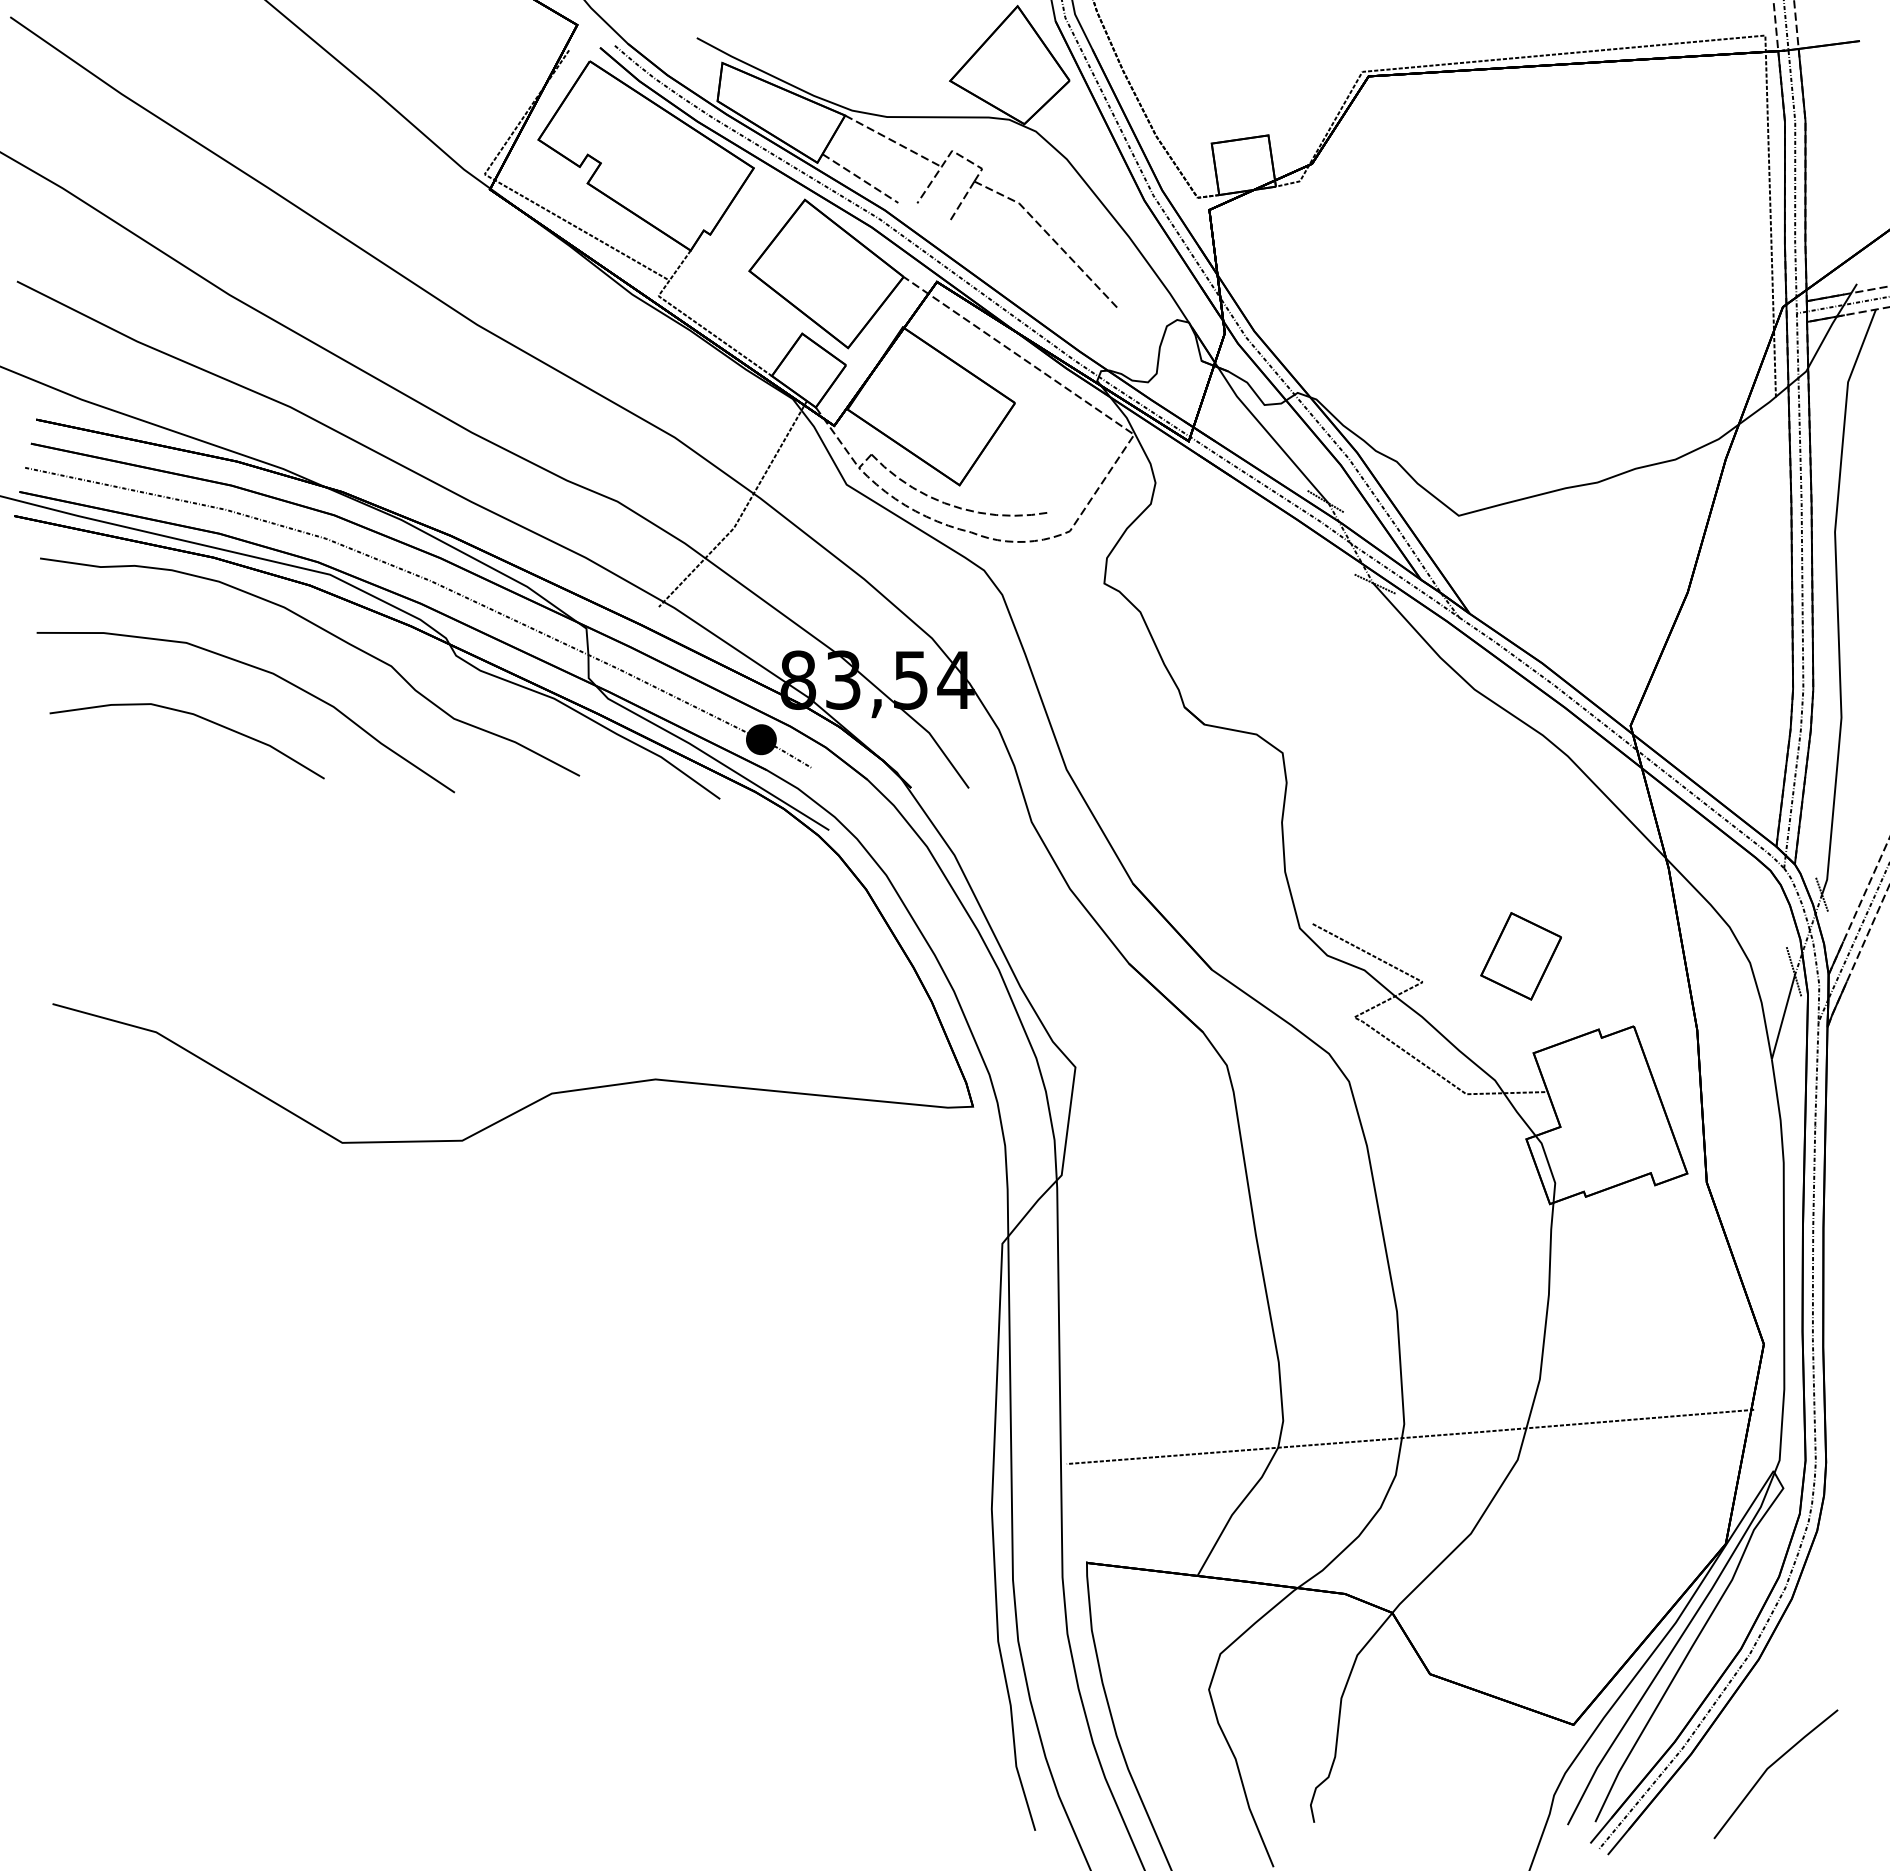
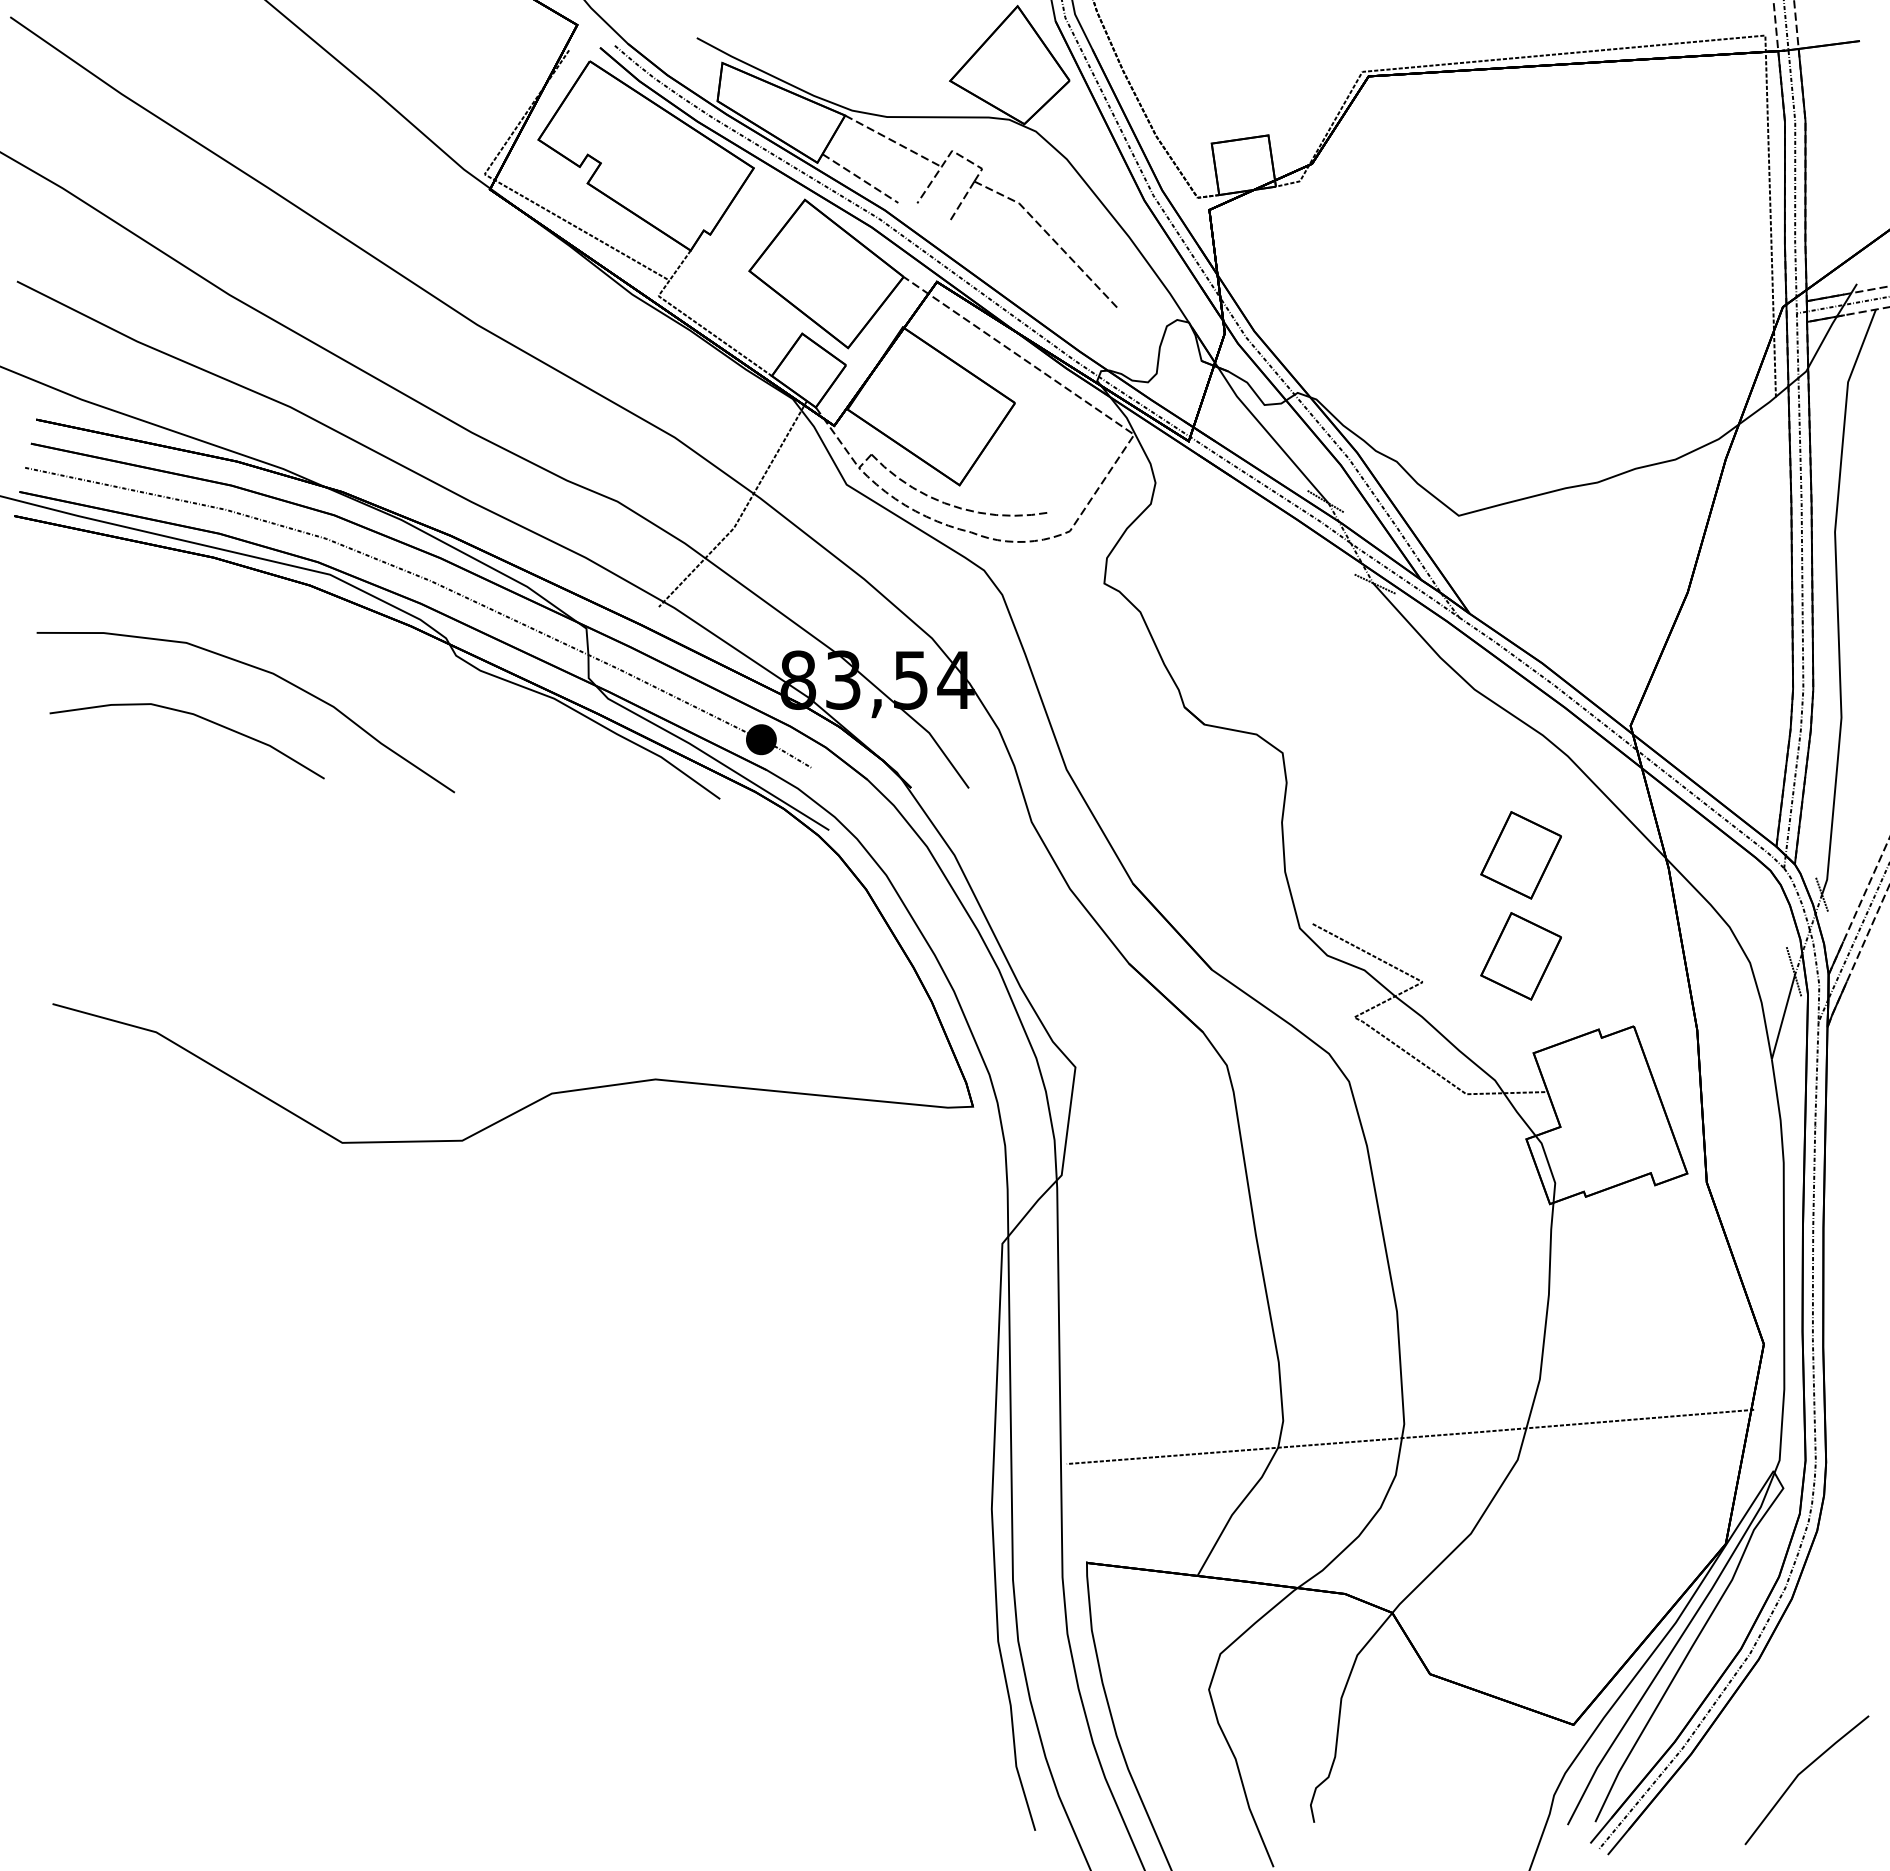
part at (326, 632): present -> none
part at (1520, 855): none -> present
line at (1769, 1768) position: (1769, 1768) -> (1800, 1774)
